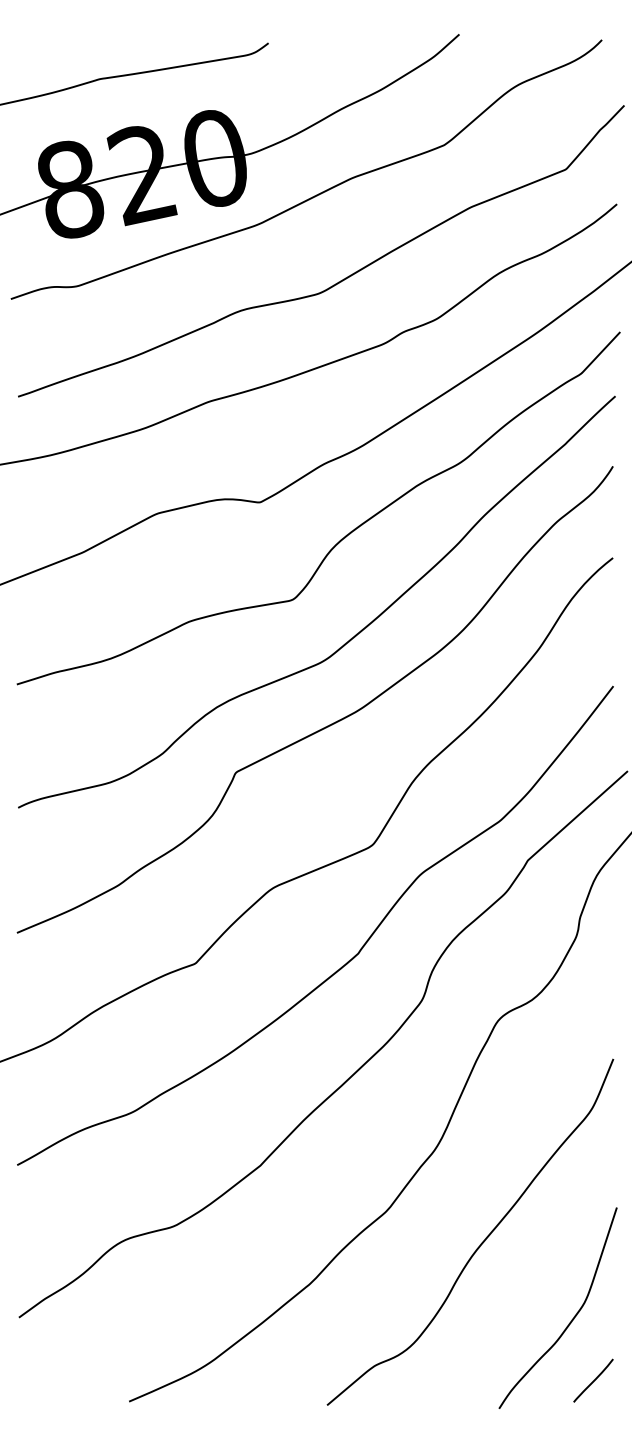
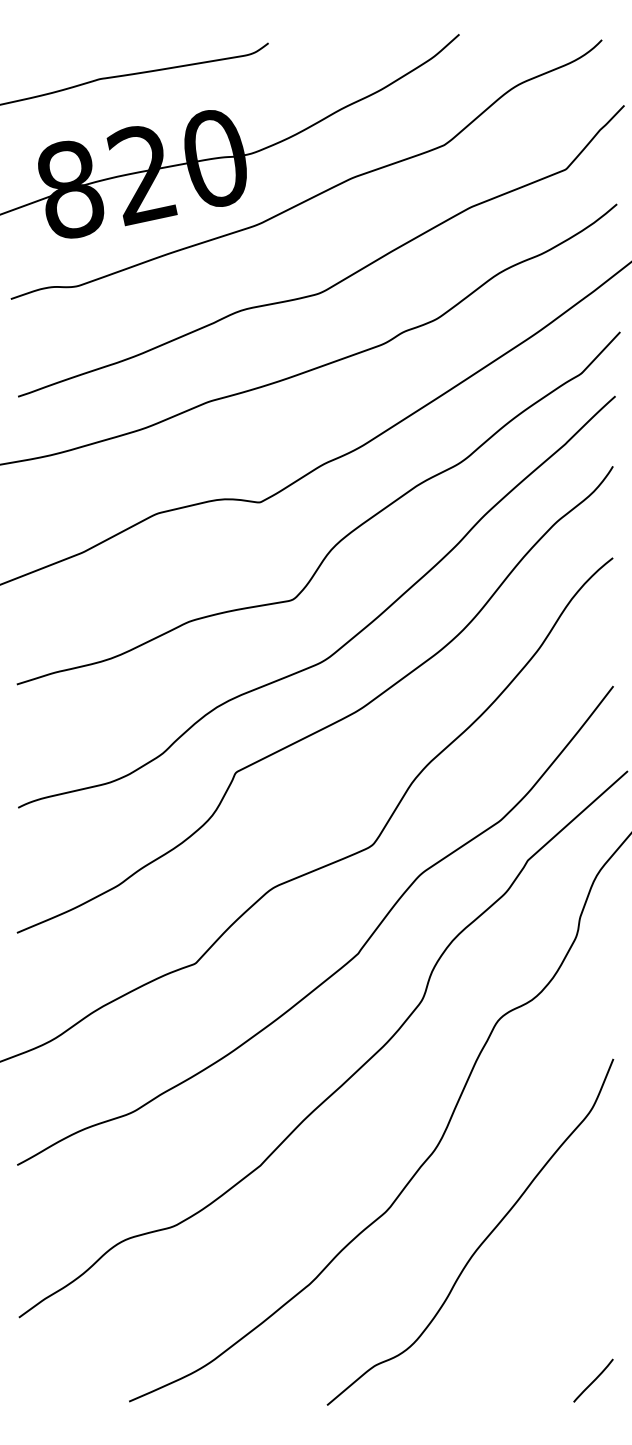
curve at (571, 1319): present -> none
